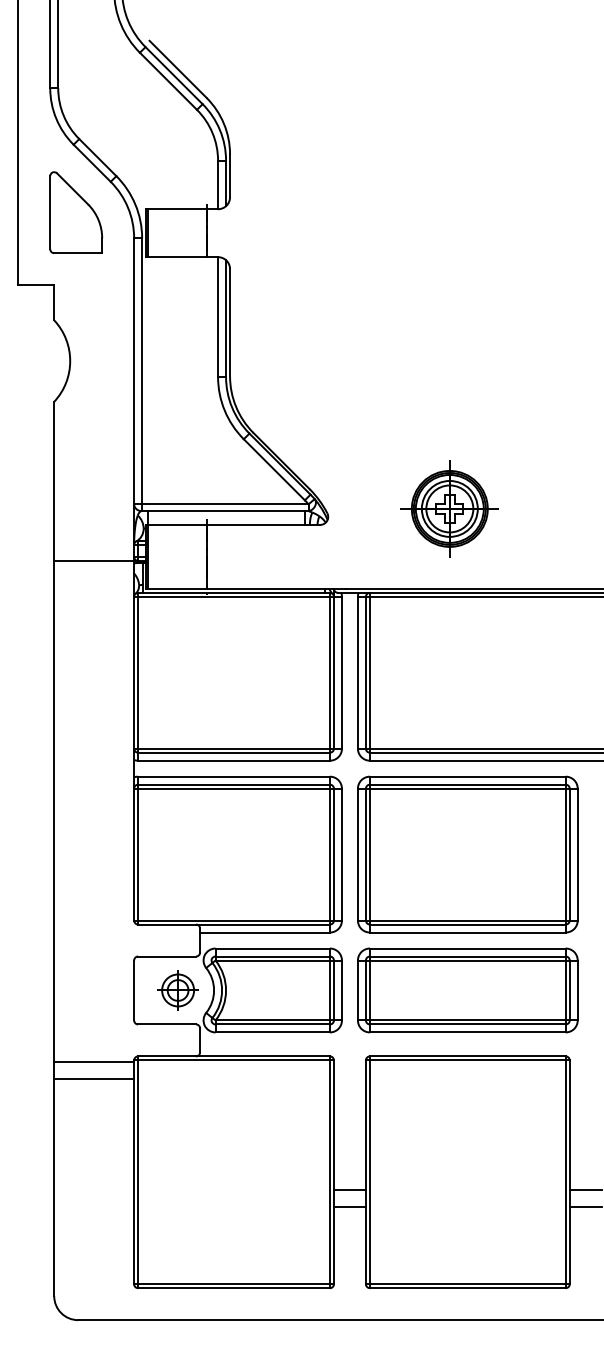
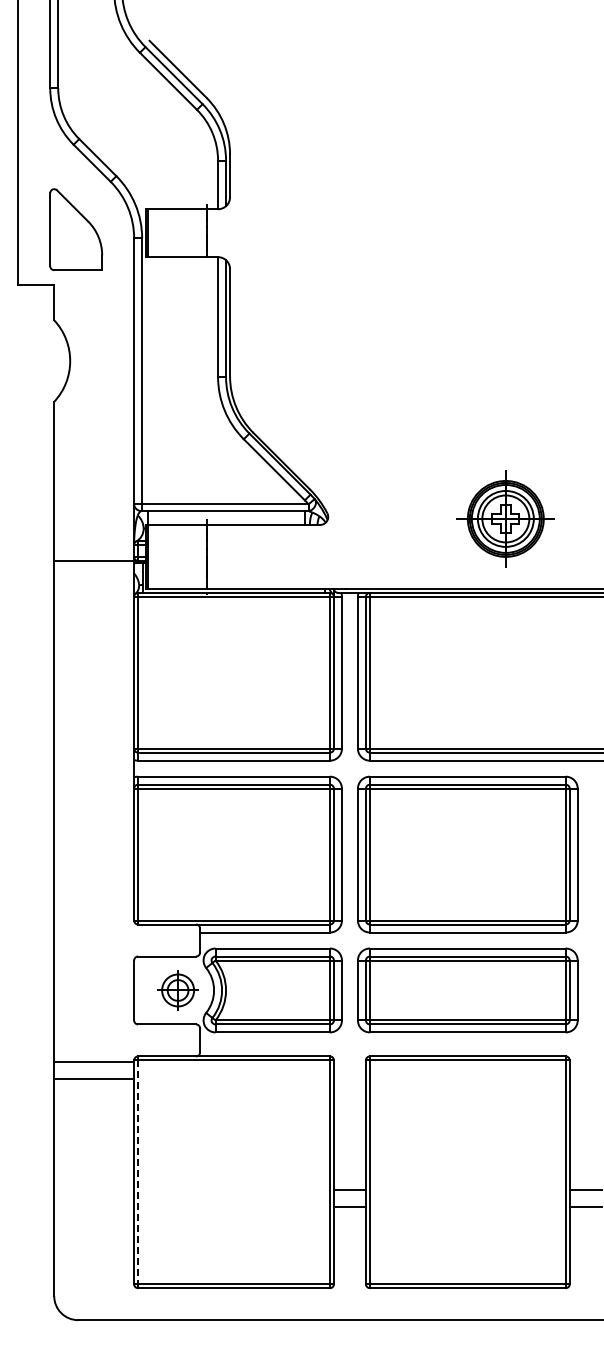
part at (76, 212) position: (76, 212) -> (76, 229)
part at (449, 508) position: (449, 508) -> (505, 518)
line at (138, 1172): solid -> dashed
